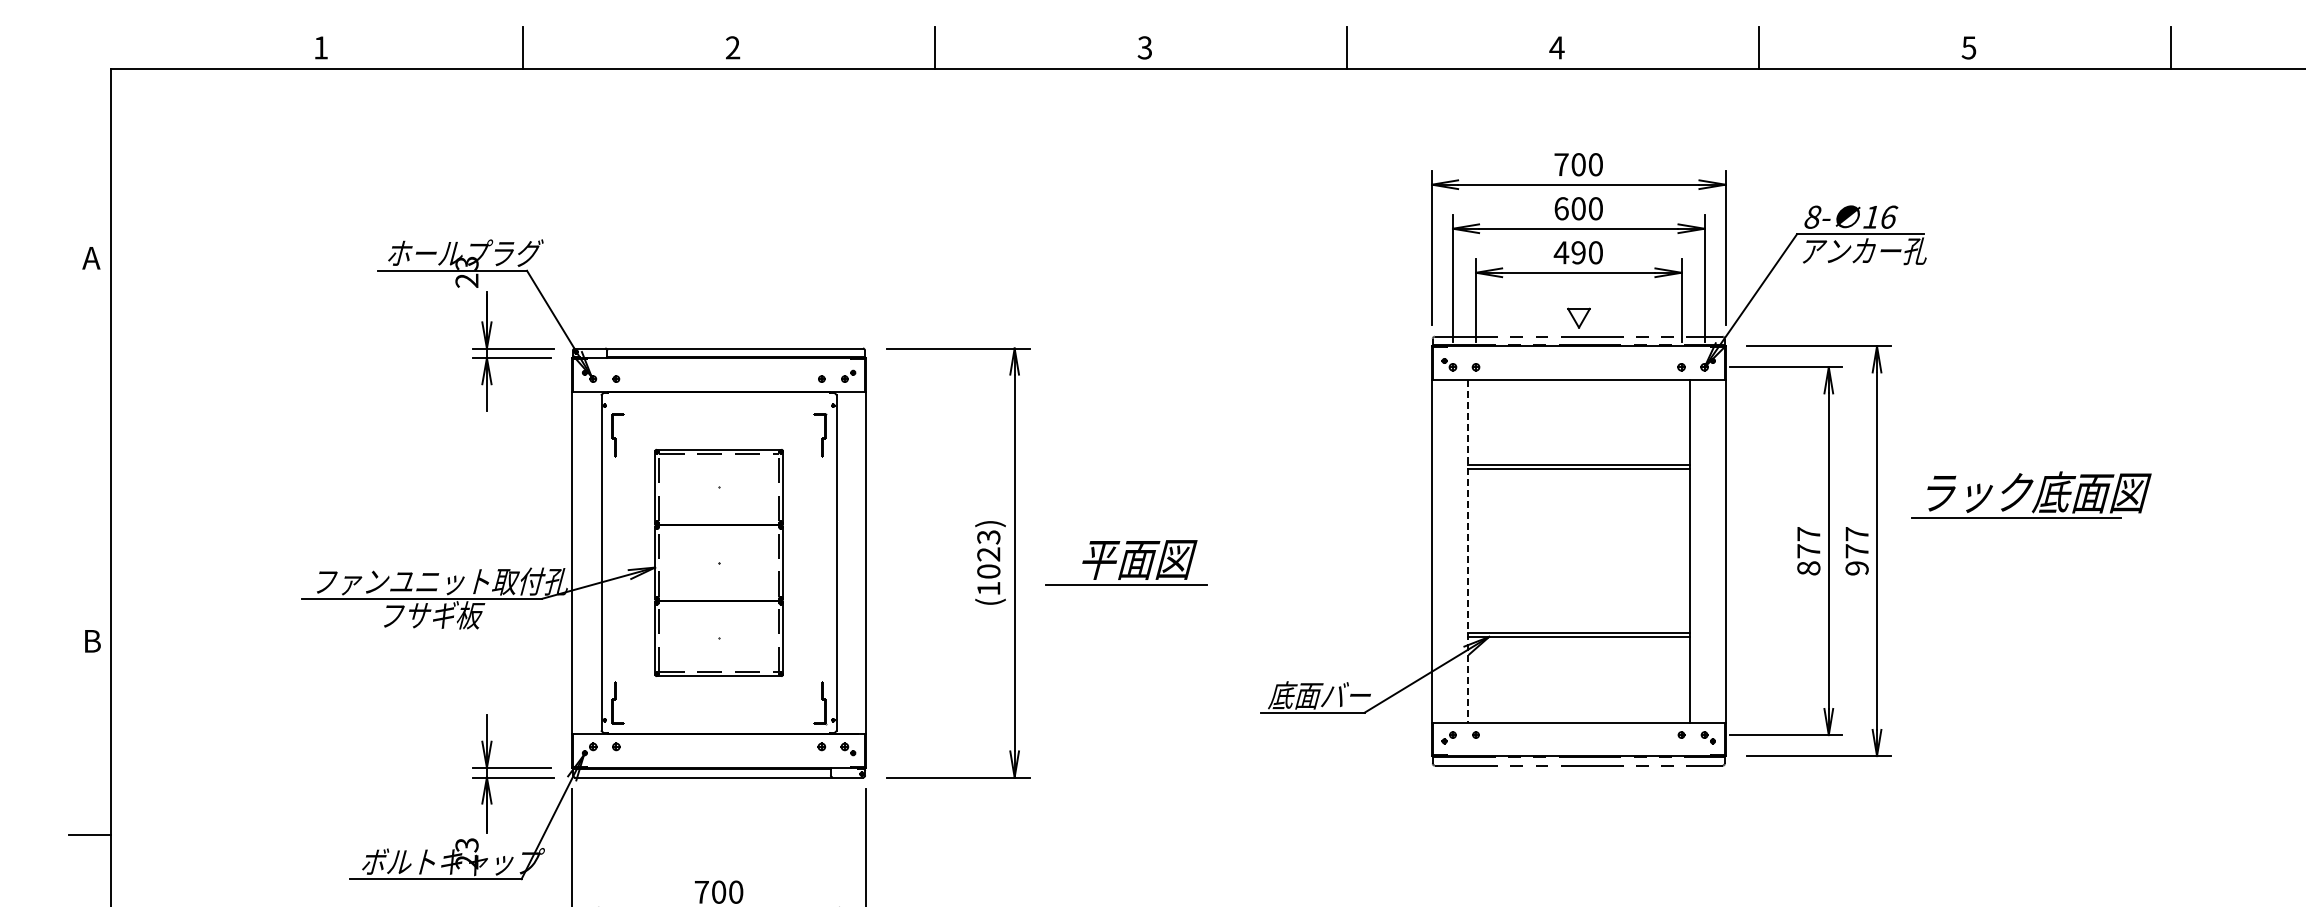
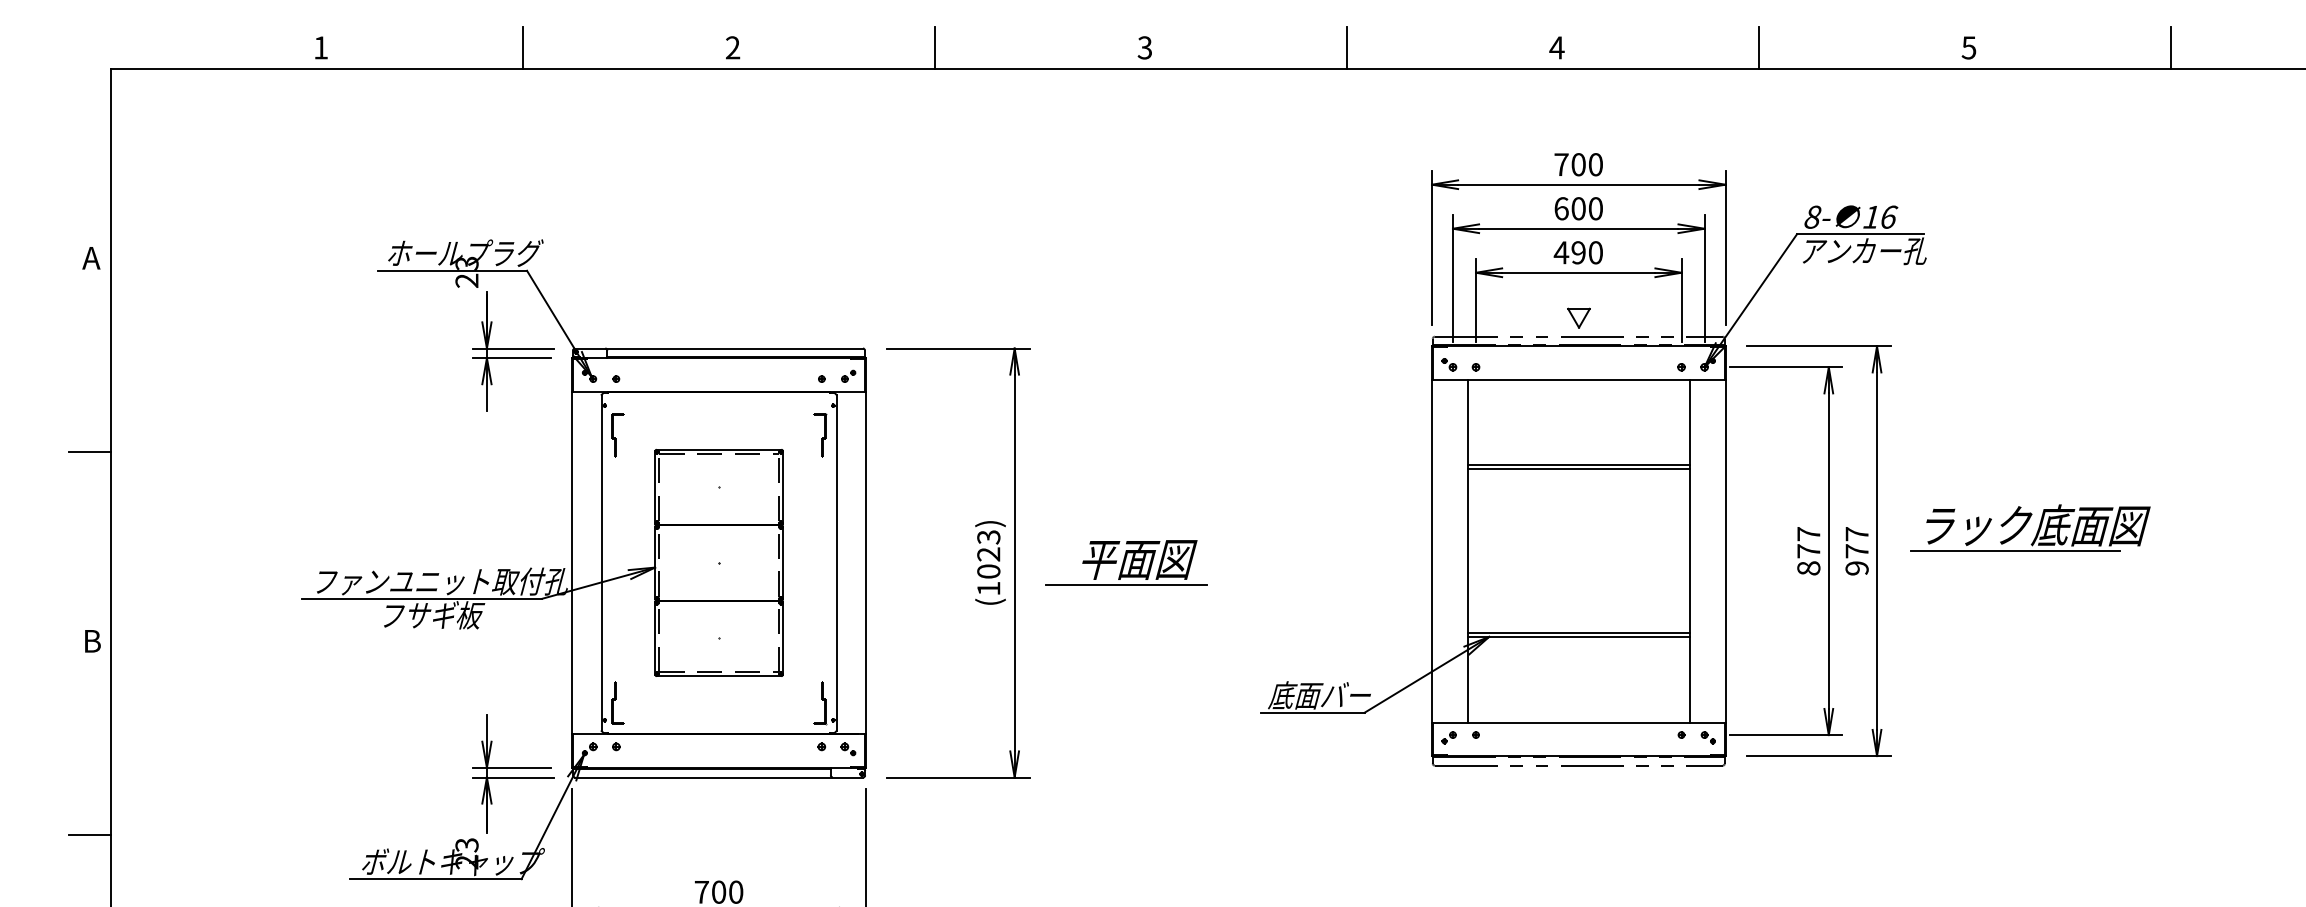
line at (90, 452): none -> present
part at (2031, 494) position: (2031, 494) -> (2030, 527)
line at (1467, 551): dashed -> solid
